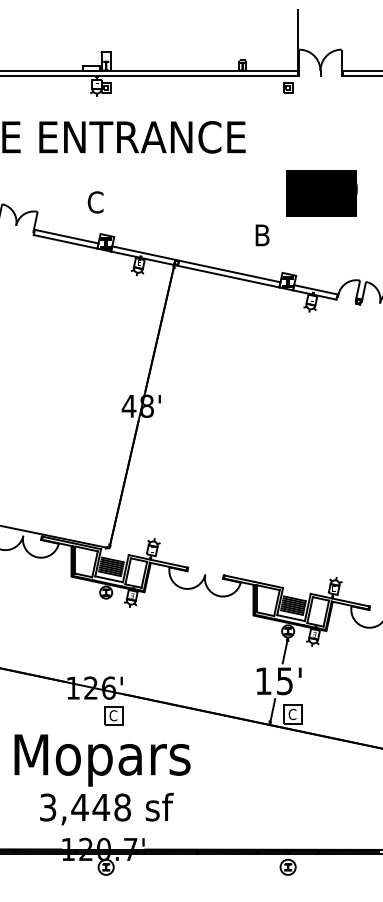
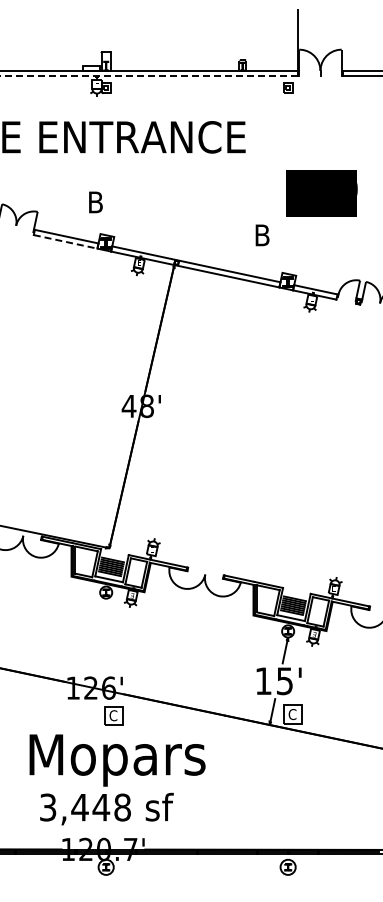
line at (149, 75): solid -> dashed
text at (95, 202): C -> B
line at (65, 241): solid -> dashed
text at (102, 760) position: (102, 760) -> (117, 760)
